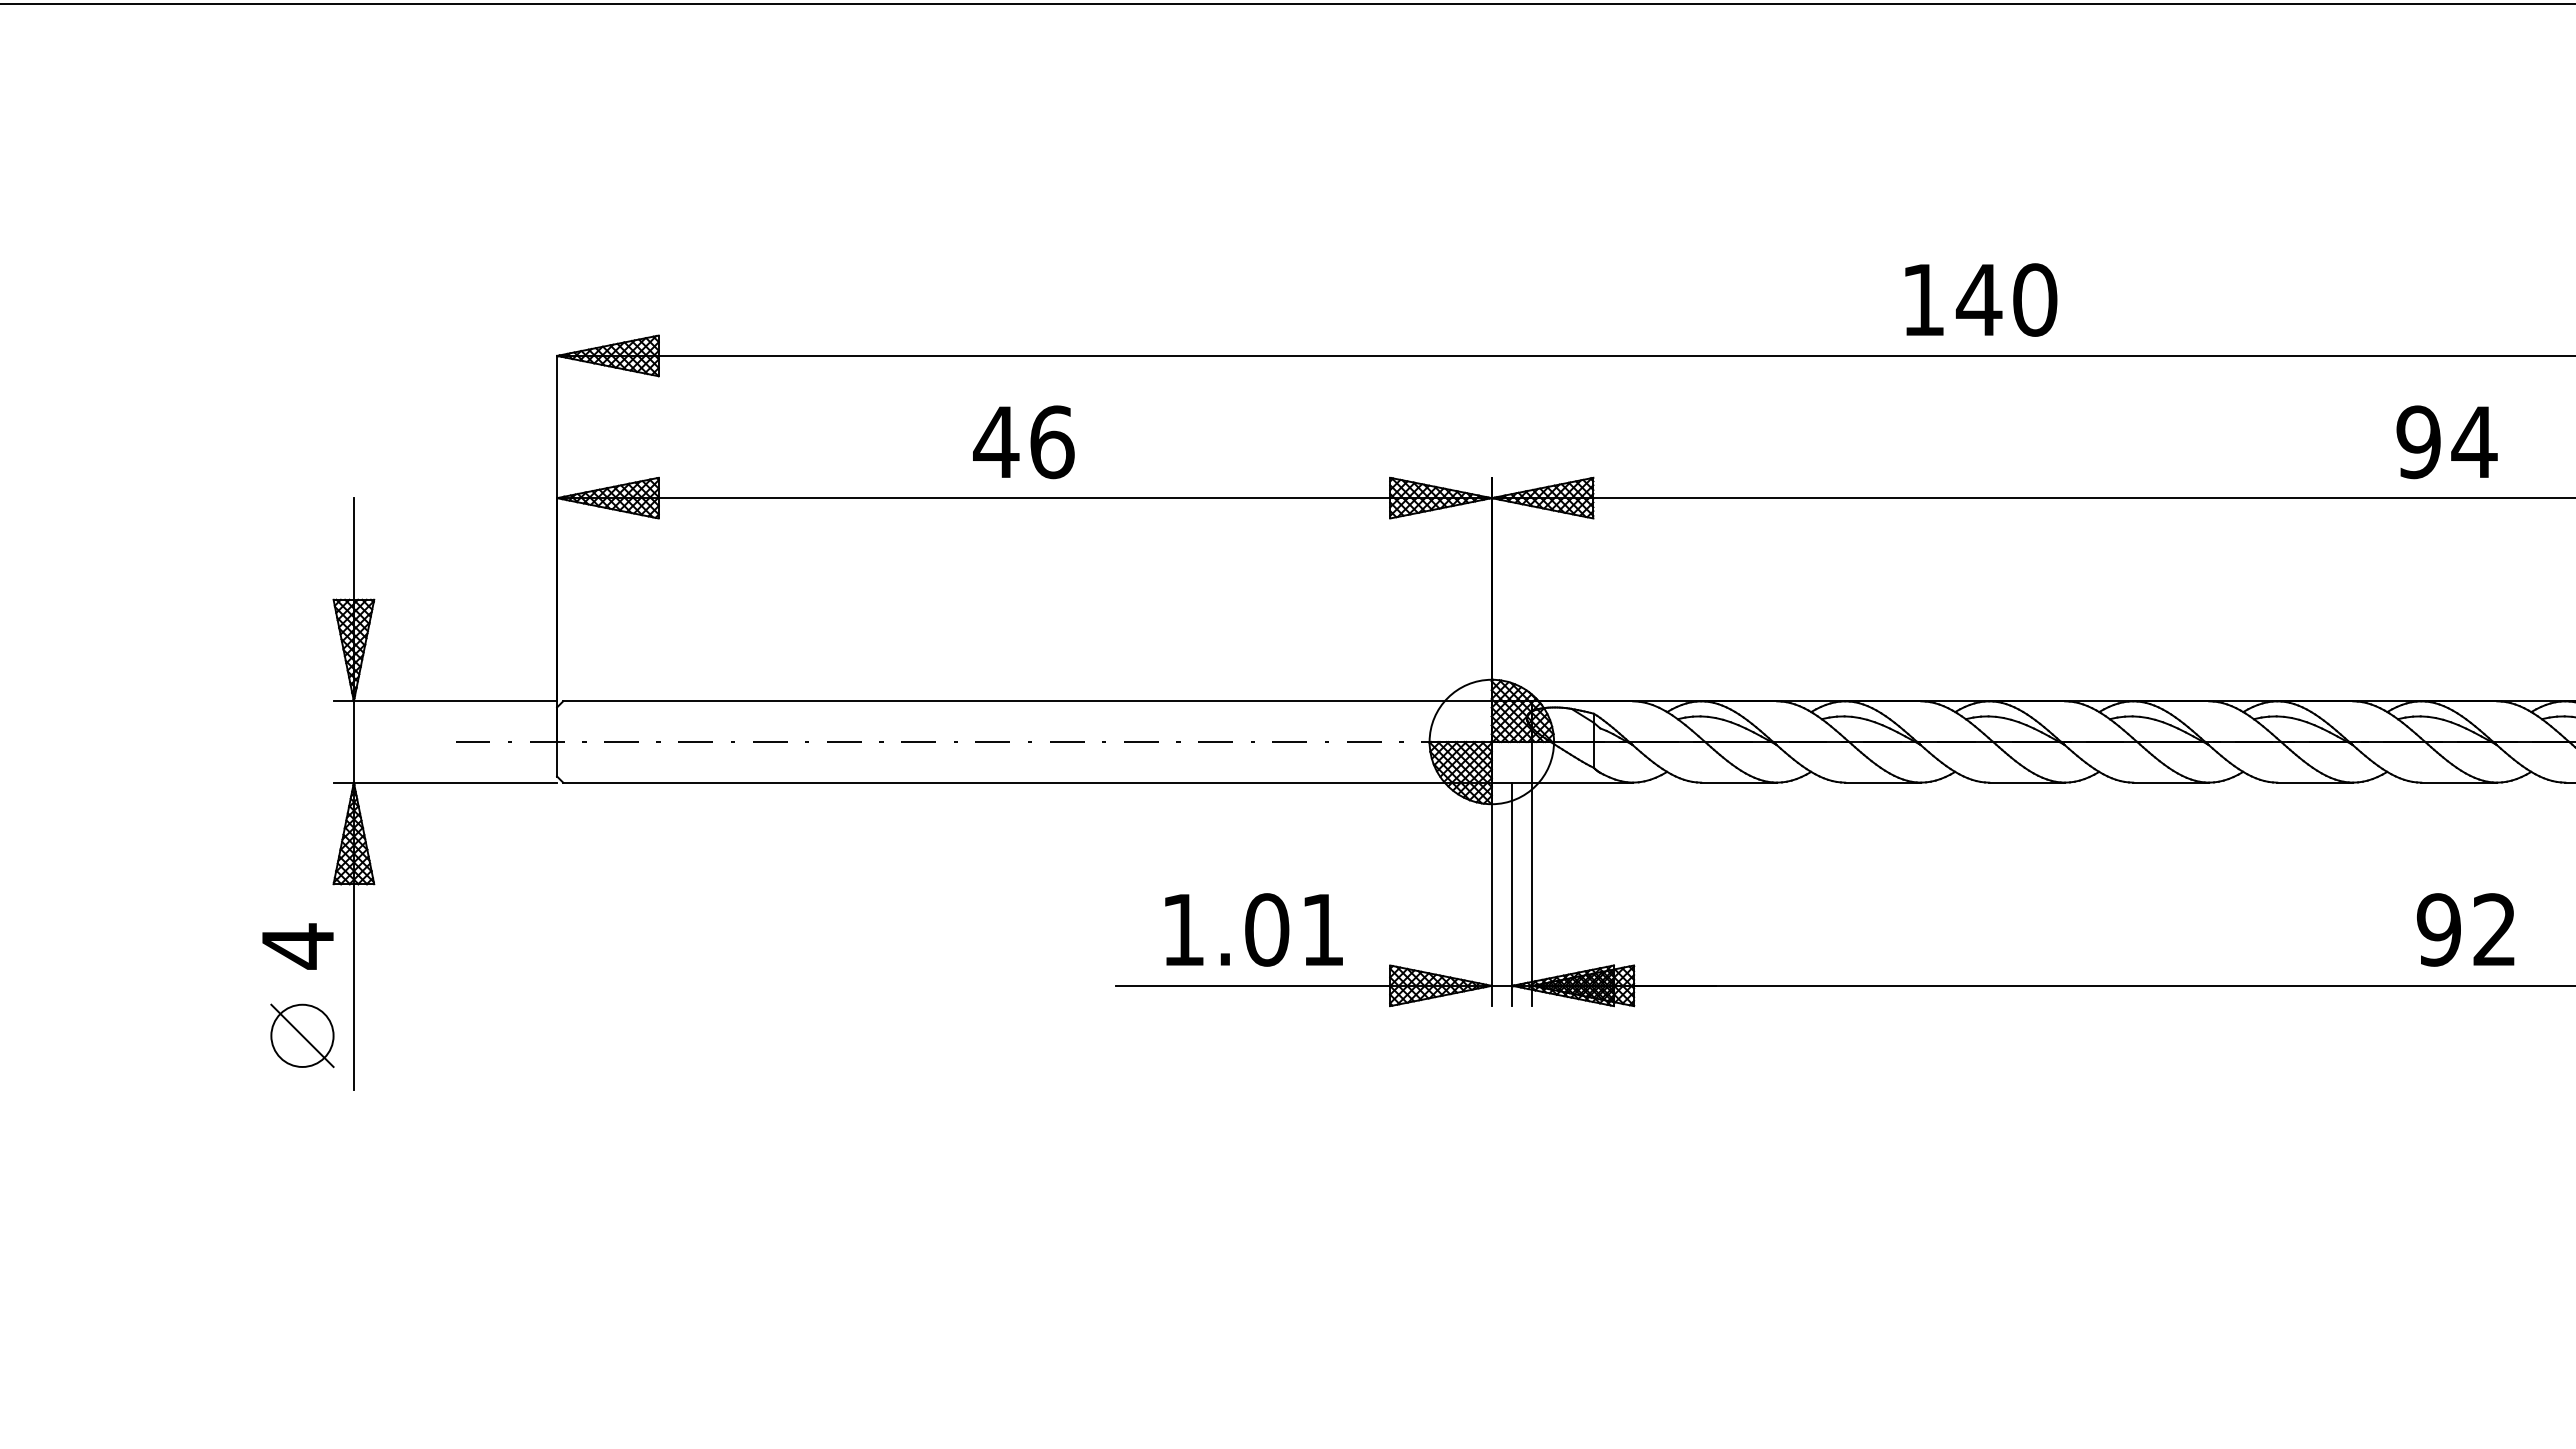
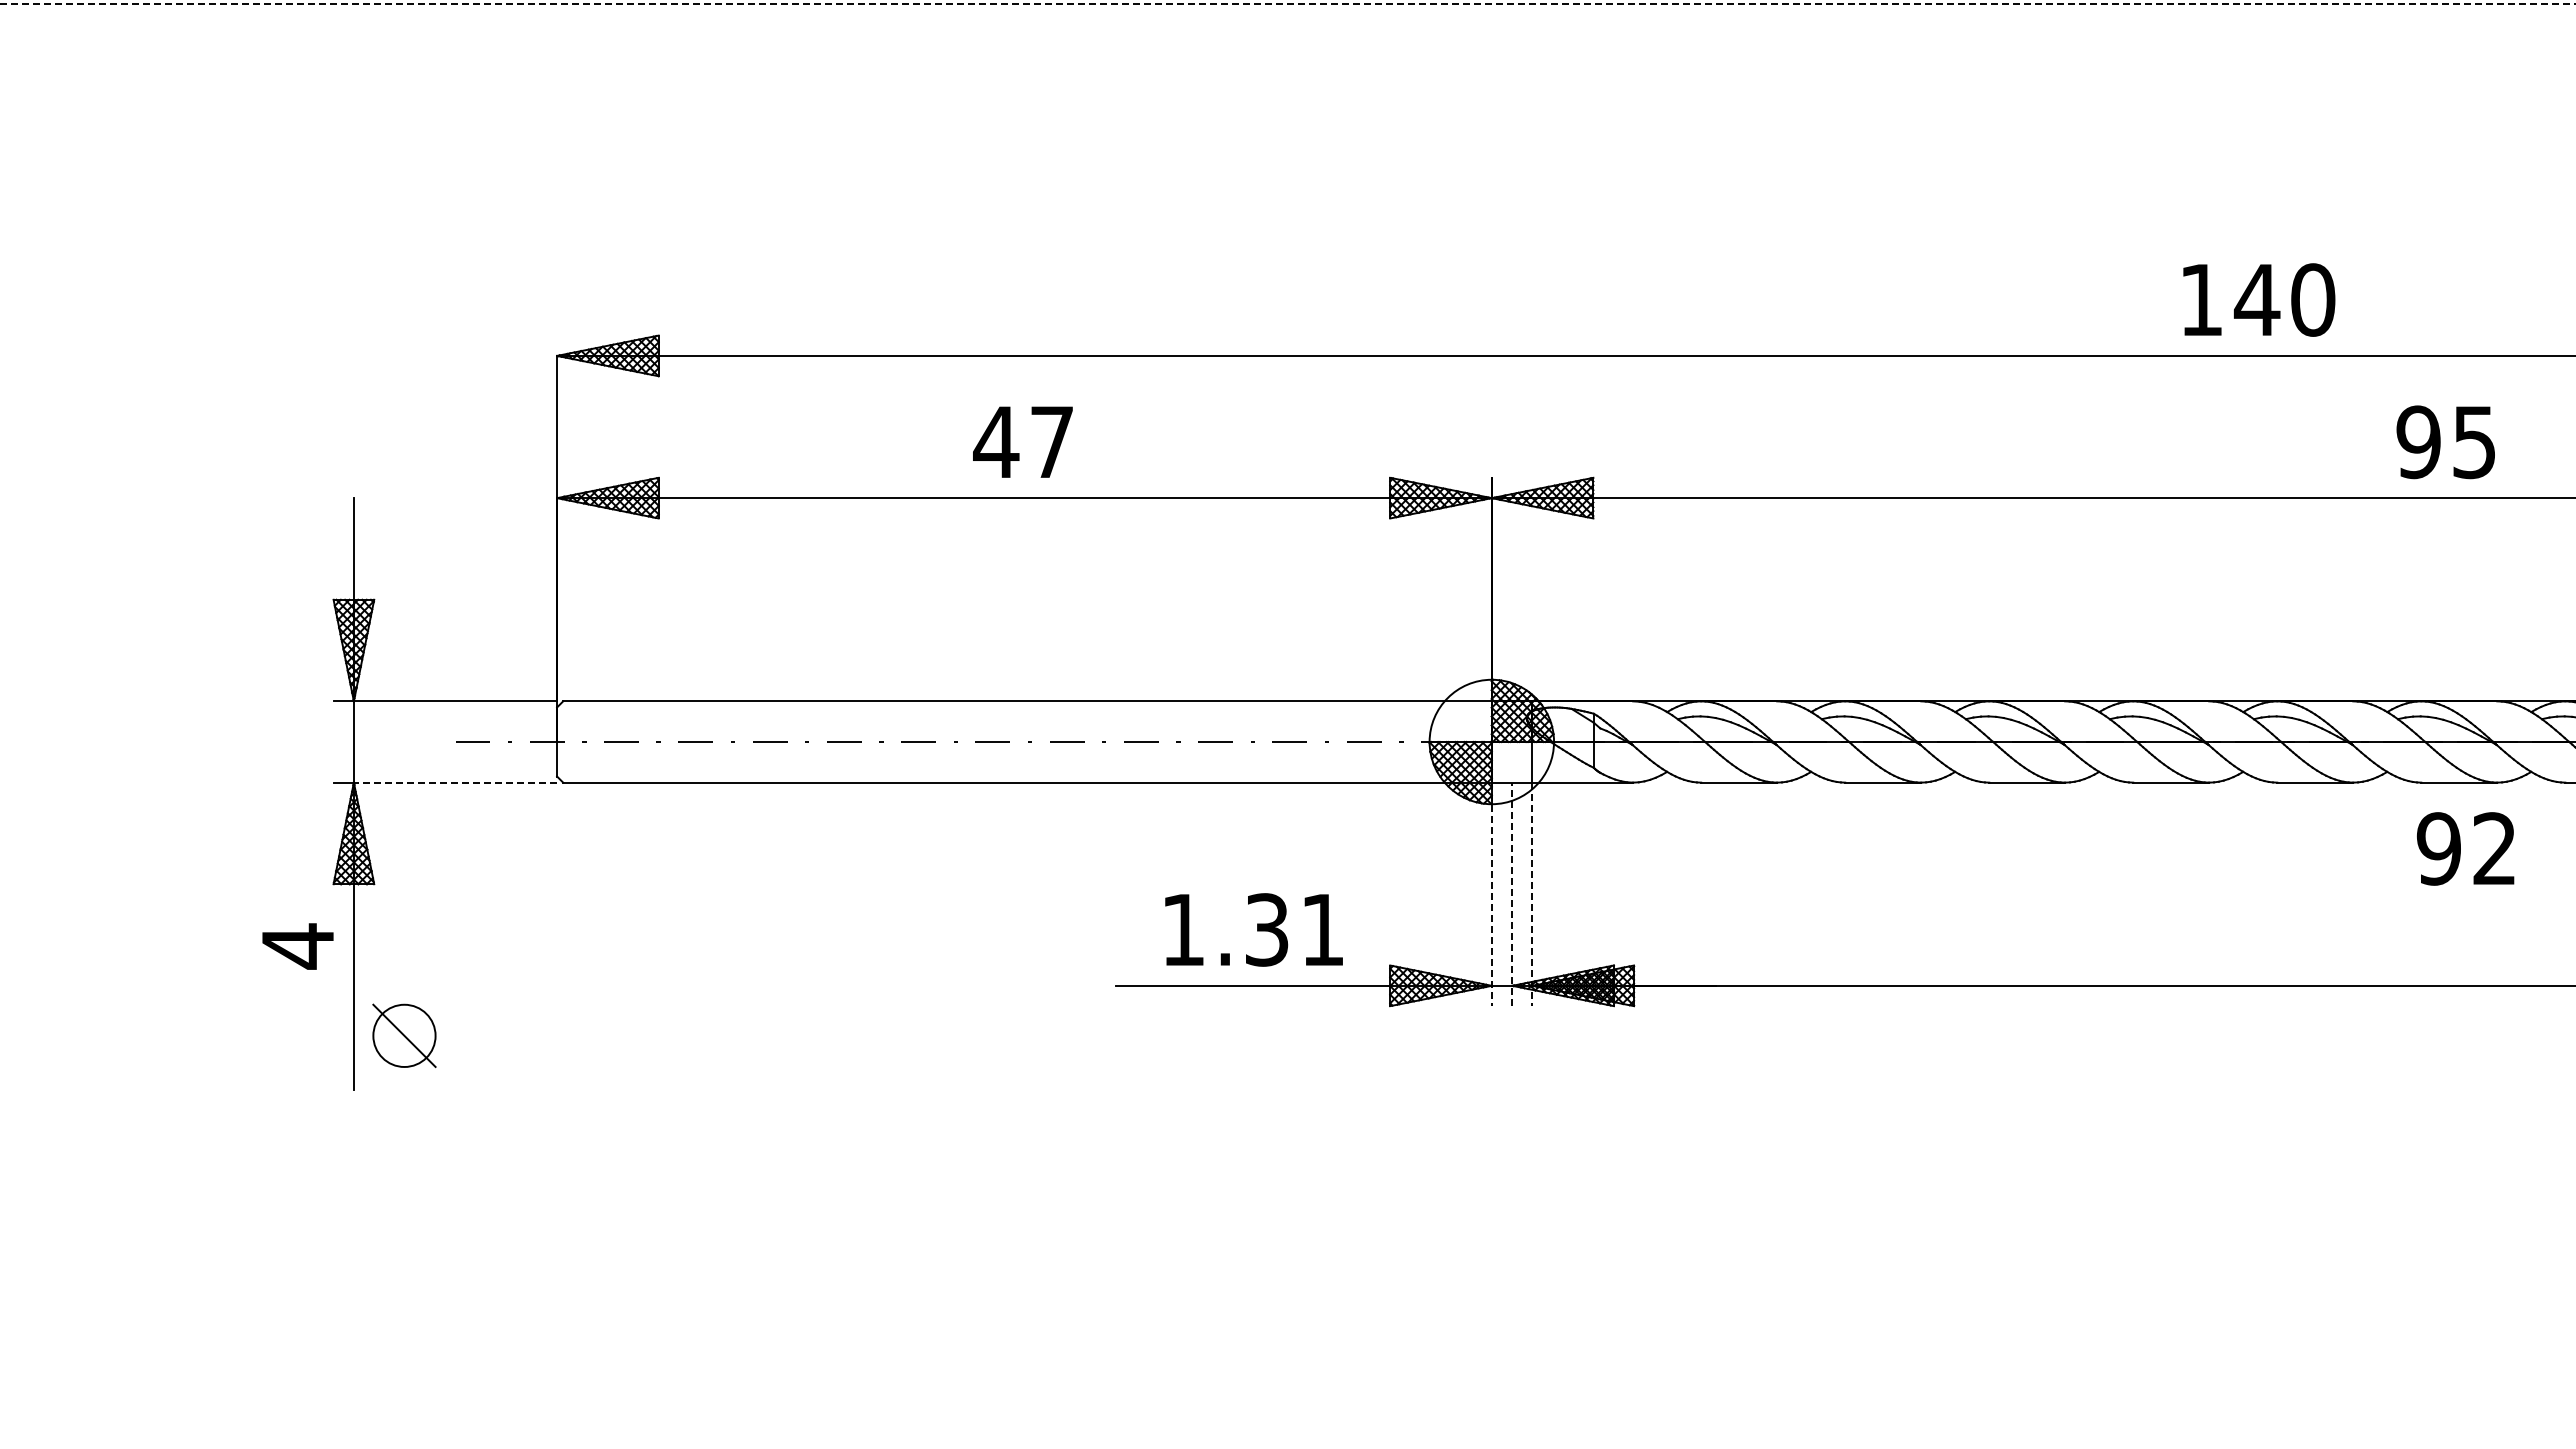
line at (1288, 4): solid -> dashed
text at (1981, 299) position: (1981, 299) -> (2259, 299)
text at (1052, 442): 46 -> 47
text at (2474, 442): 94 -> 95
line at (455, 782): solid -> dashed
line at (1491, 894): solid -> dashed
line at (1512, 894): solid -> dashed
line at (1532, 894): solid -> dashed
text at (1267, 929): 1.01 -> 1.31
text at (2465, 929) position: (2465, 929) -> (2465, 848)
part at (302, 1035) position: (302, 1035) -> (404, 1035)
